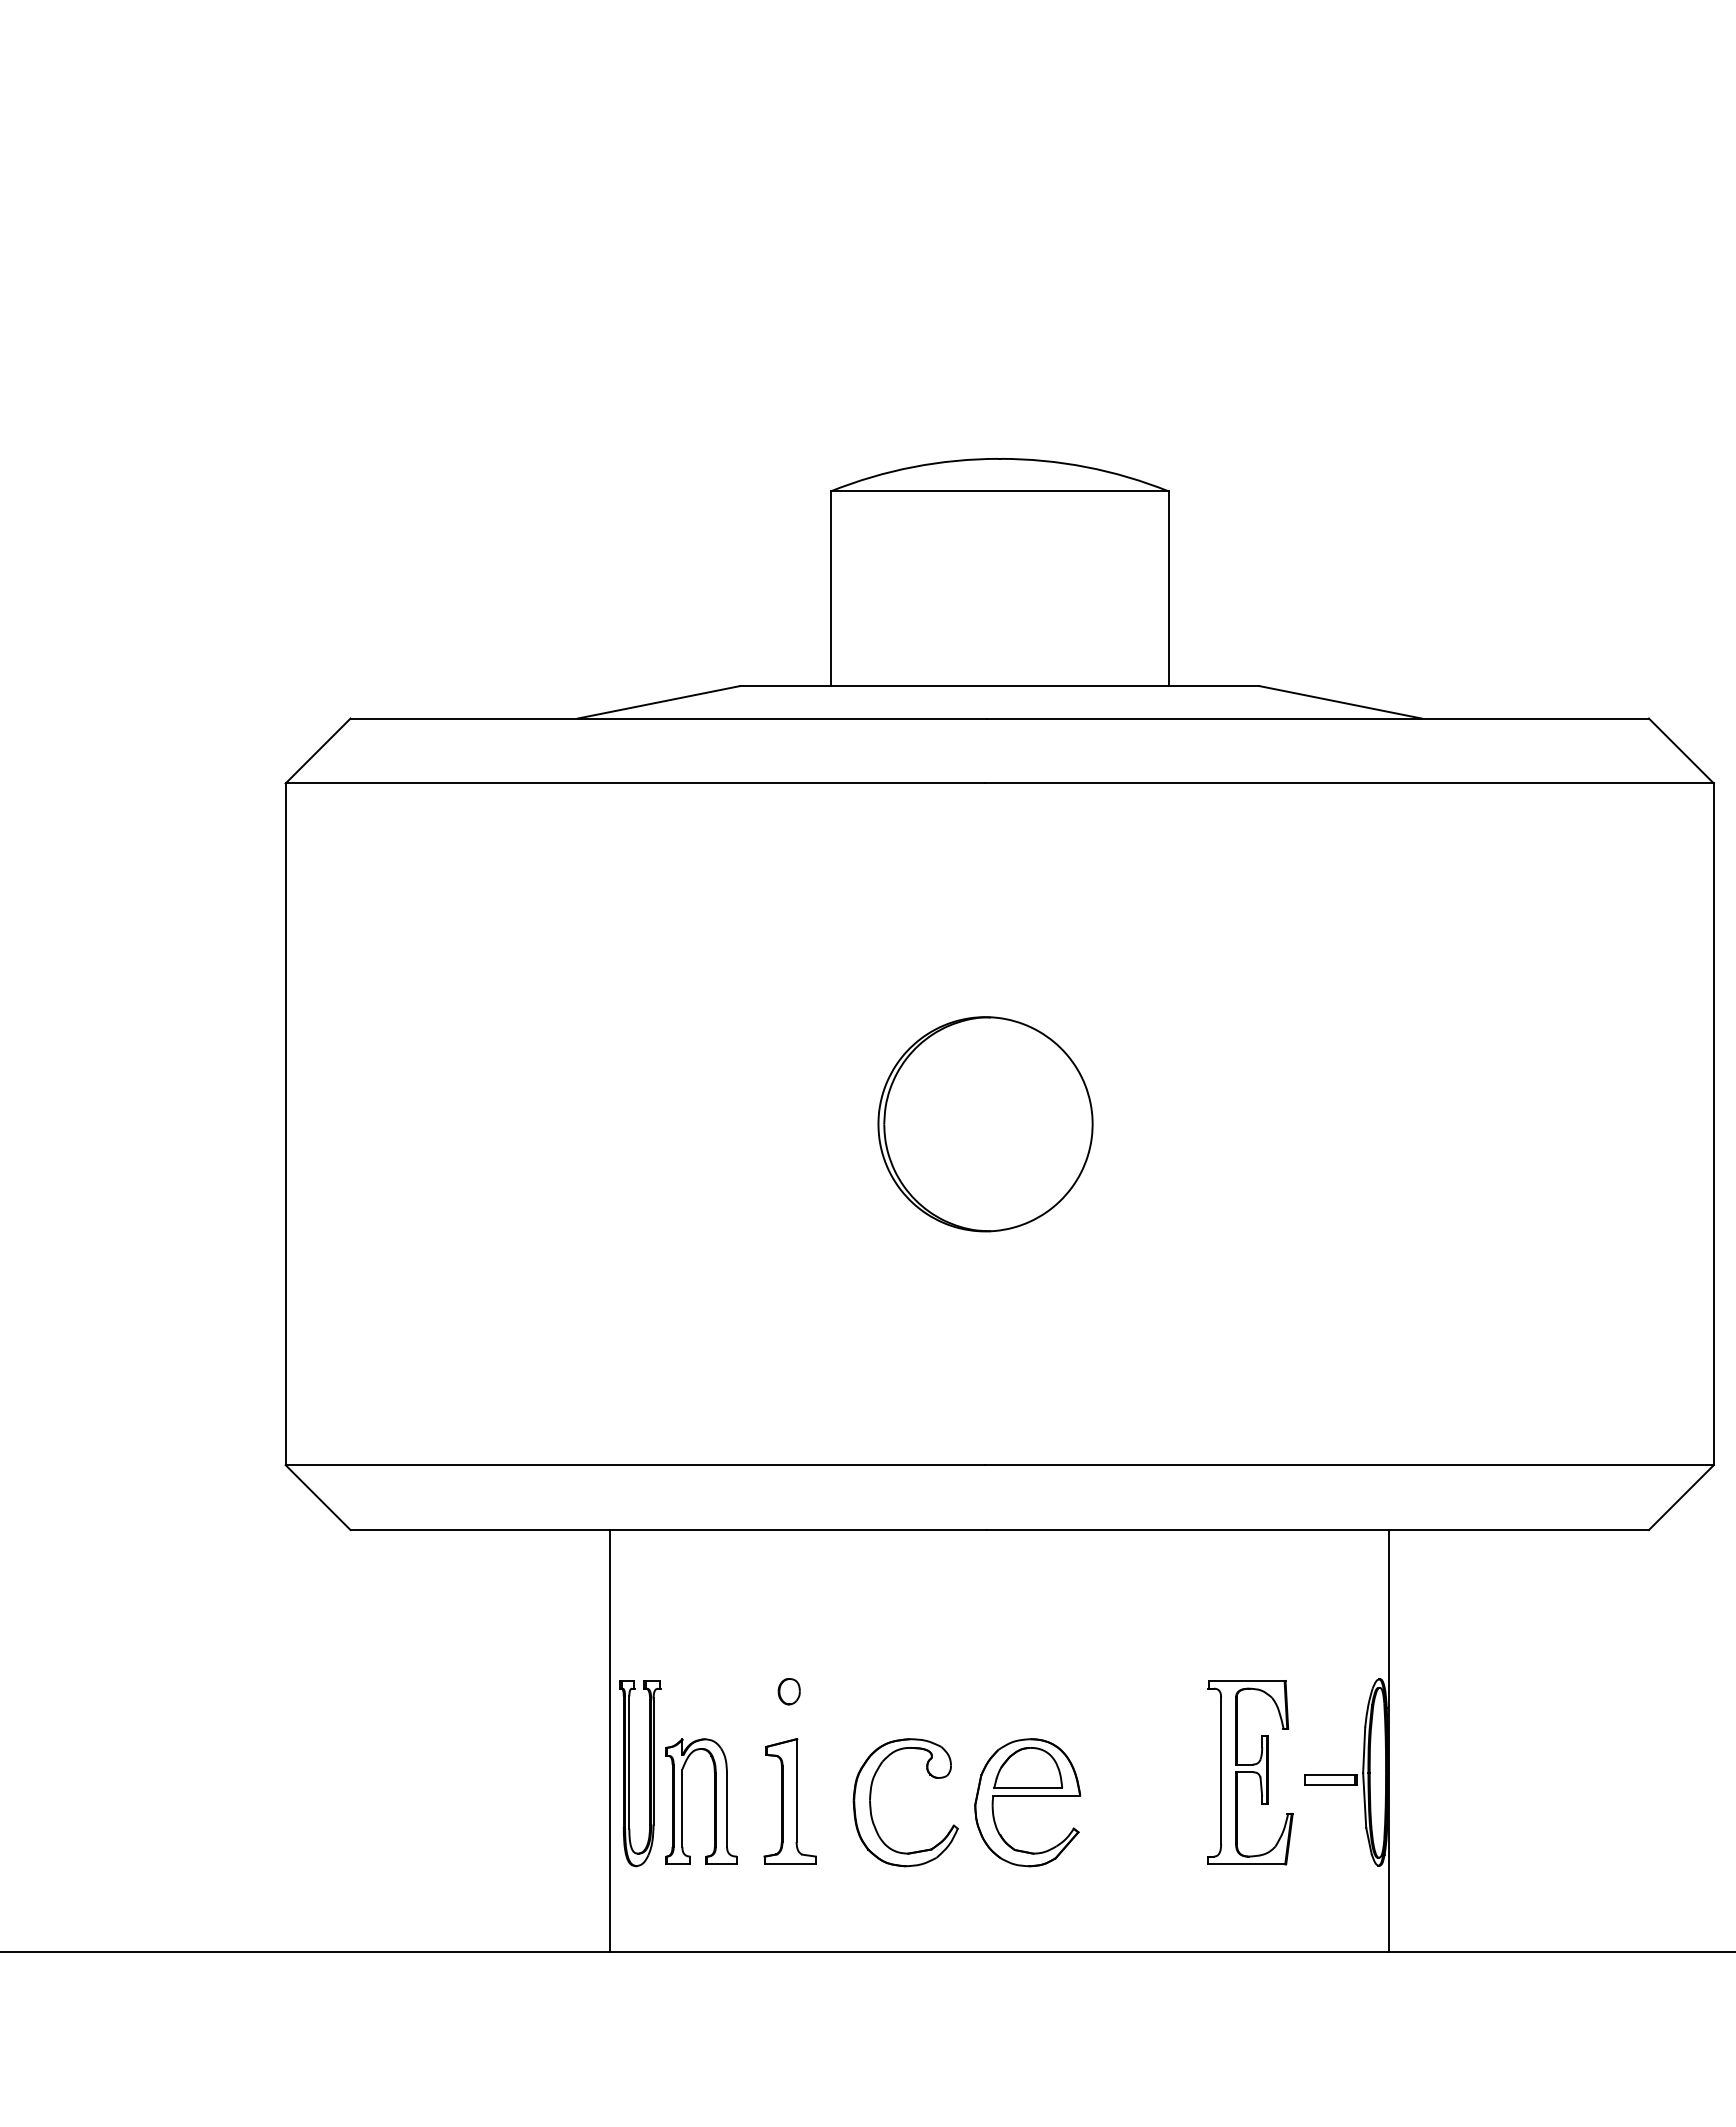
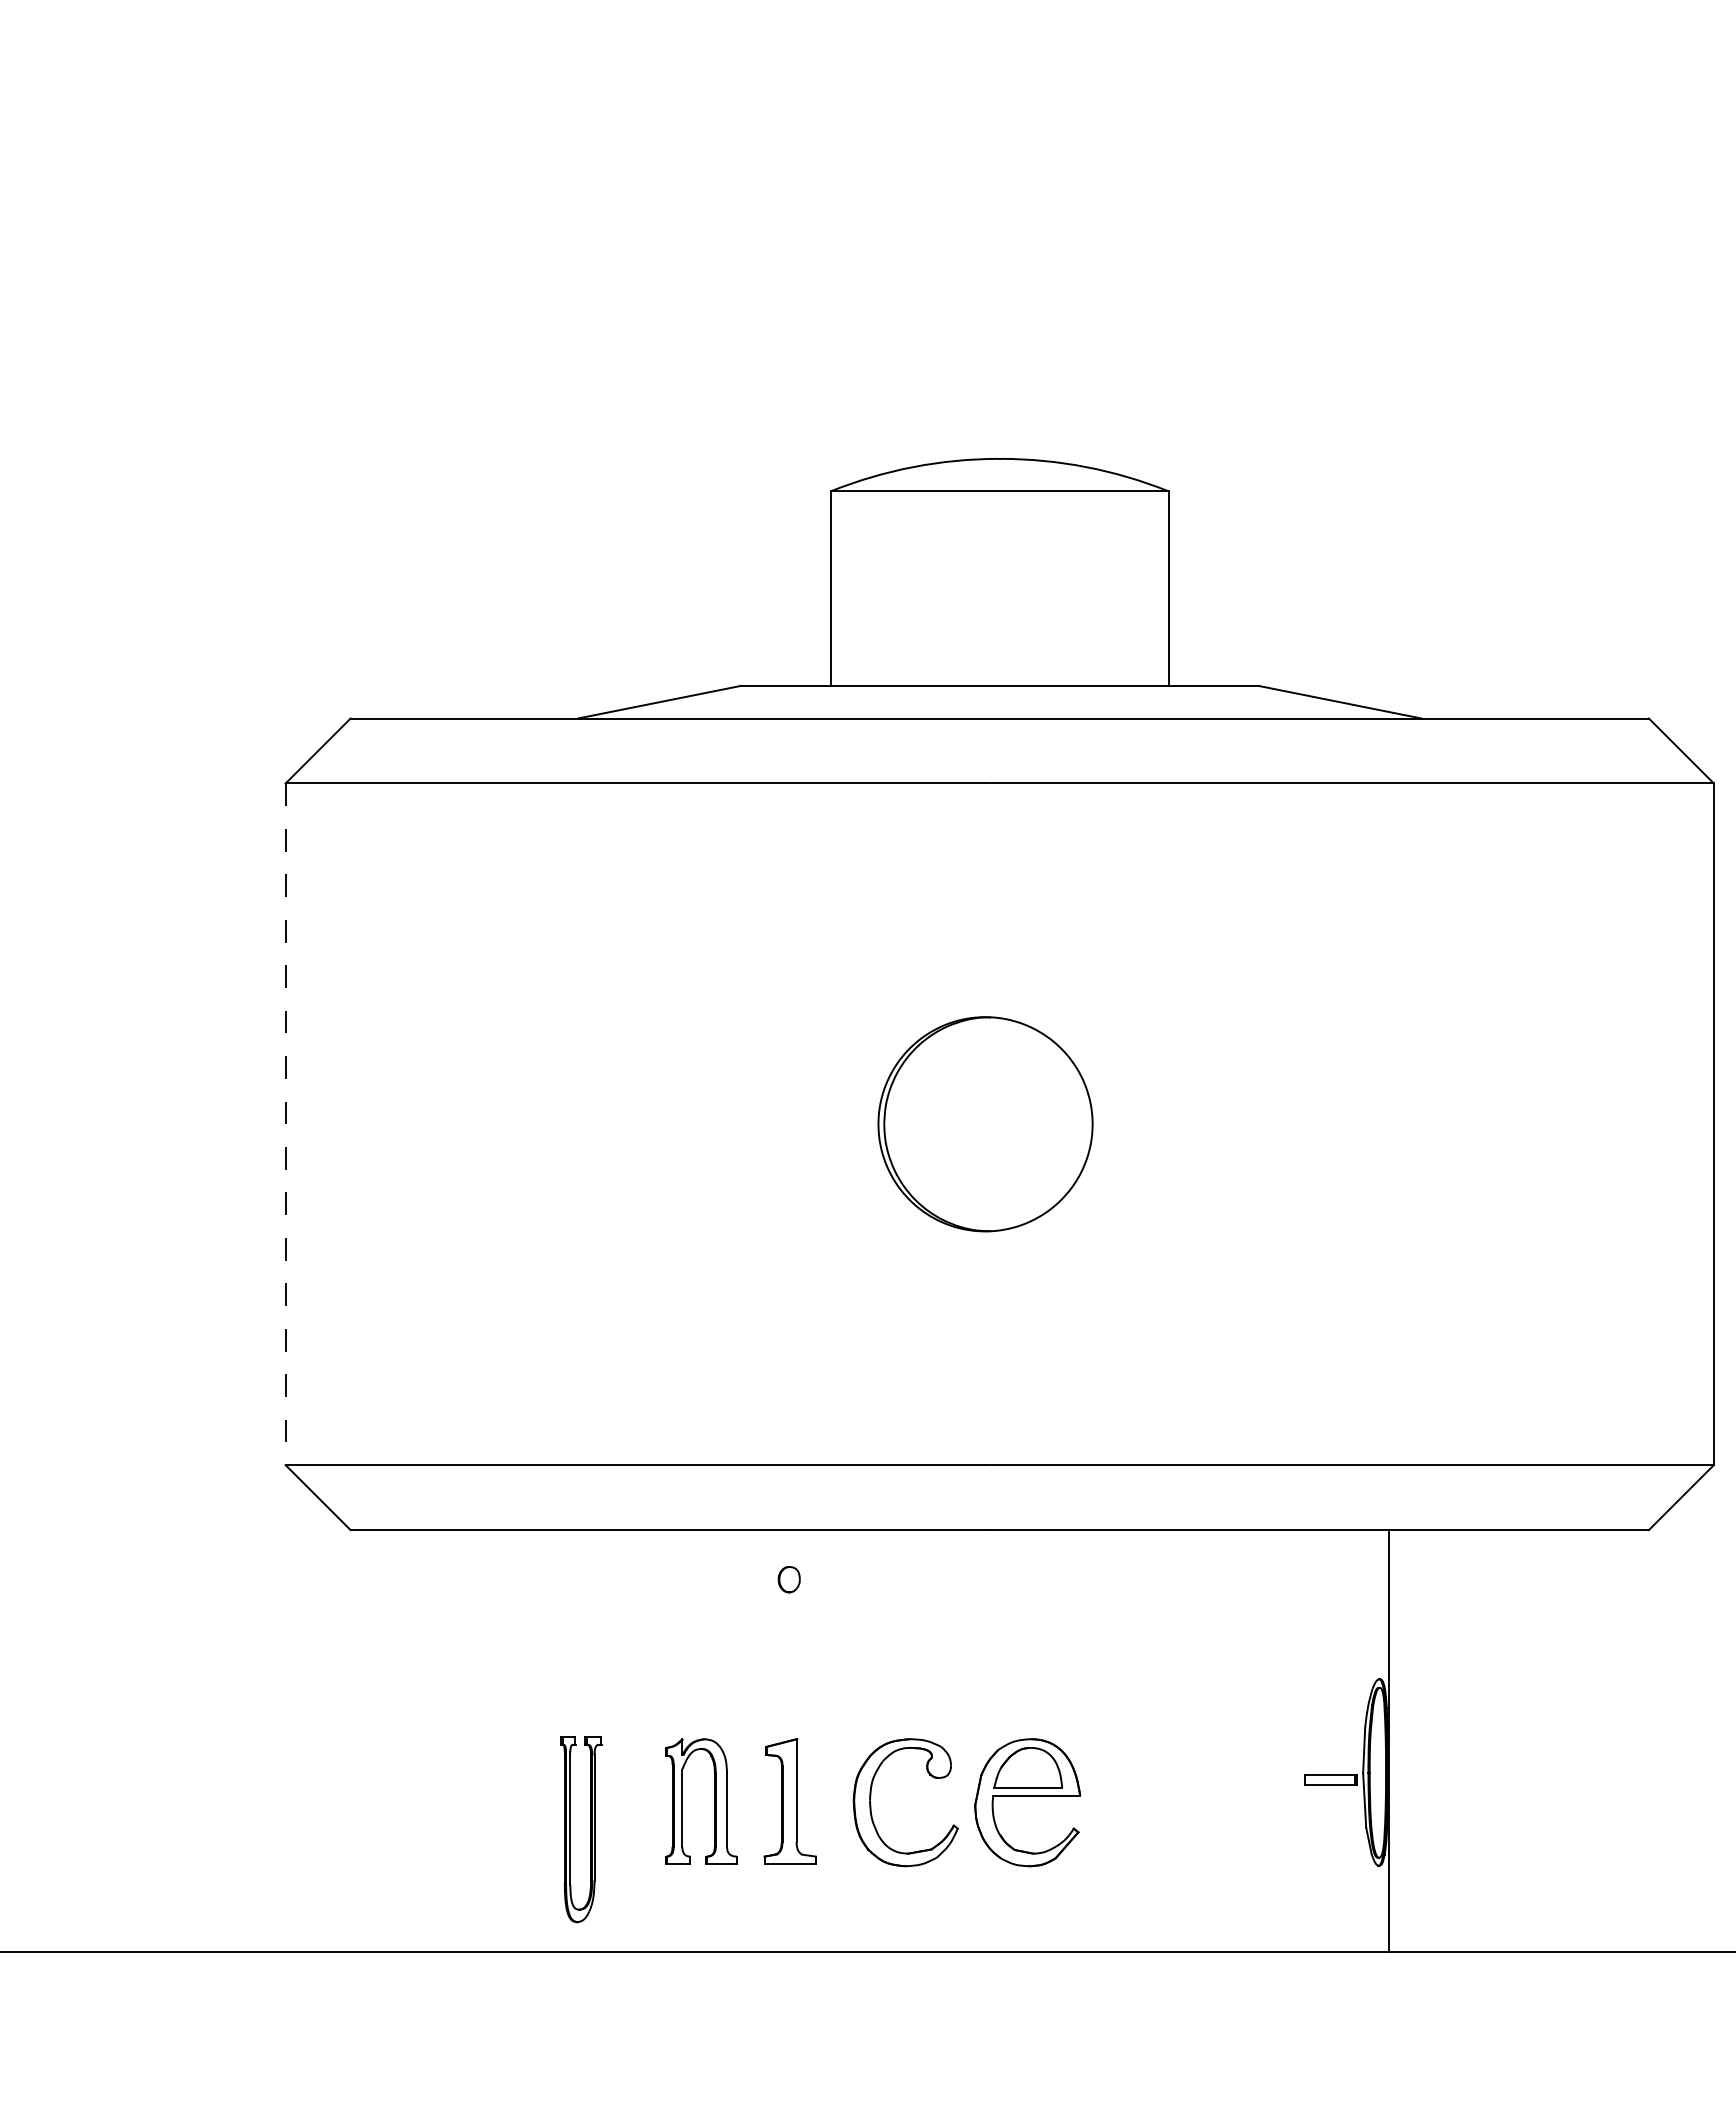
line at (285, 1124): solid -> dashed
part at (788, 1691) position: (788, 1691) -> (788, 1579)
line at (610, 1741): present -> none
part at (1250, 1772): present -> none
part at (649, 1773) position: (649, 1773) -> (590, 1829)
